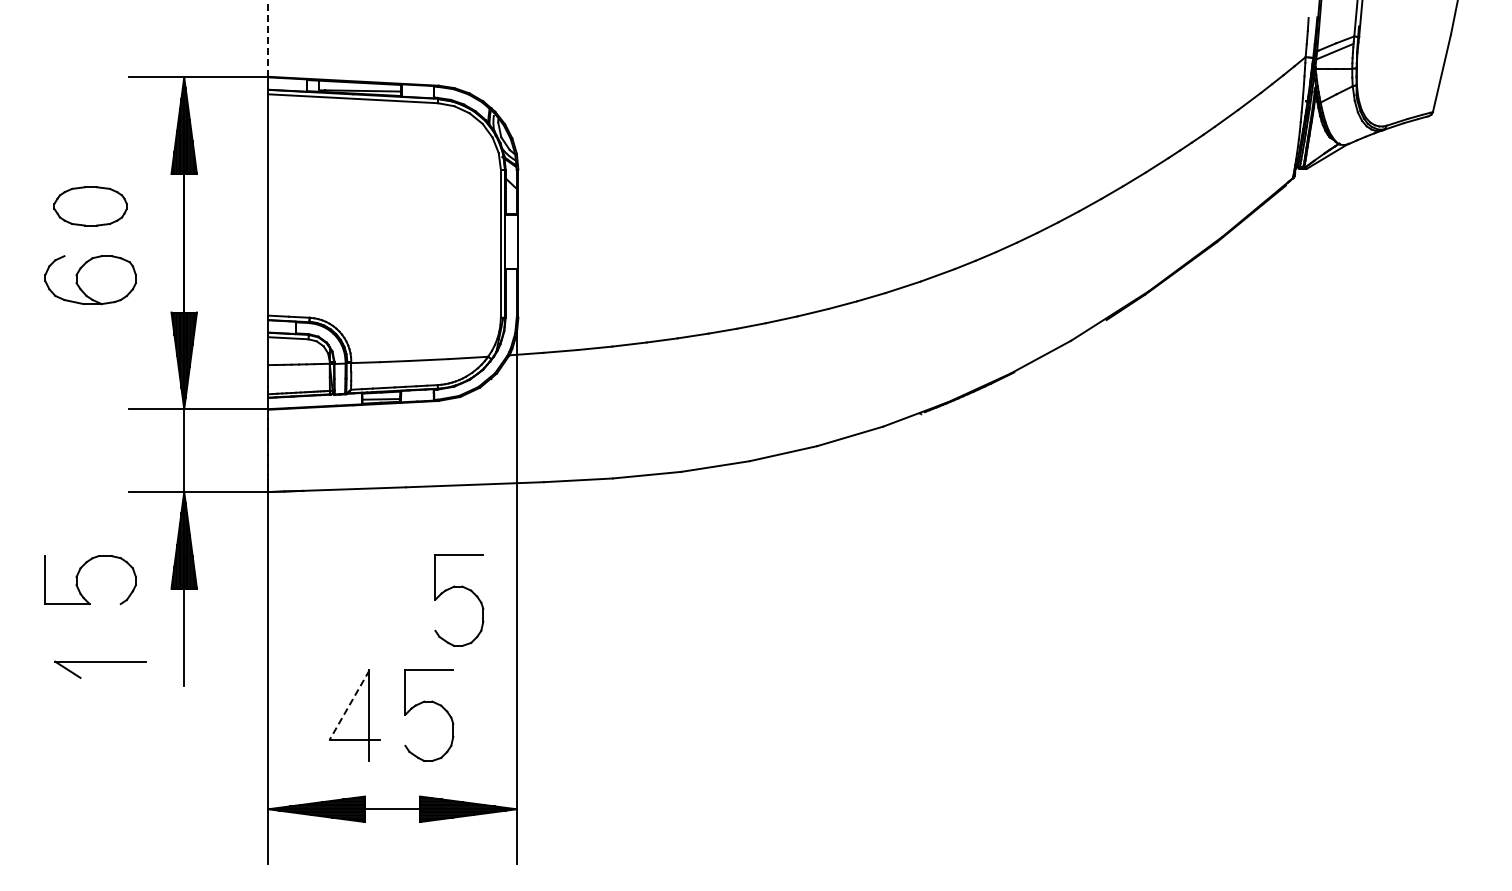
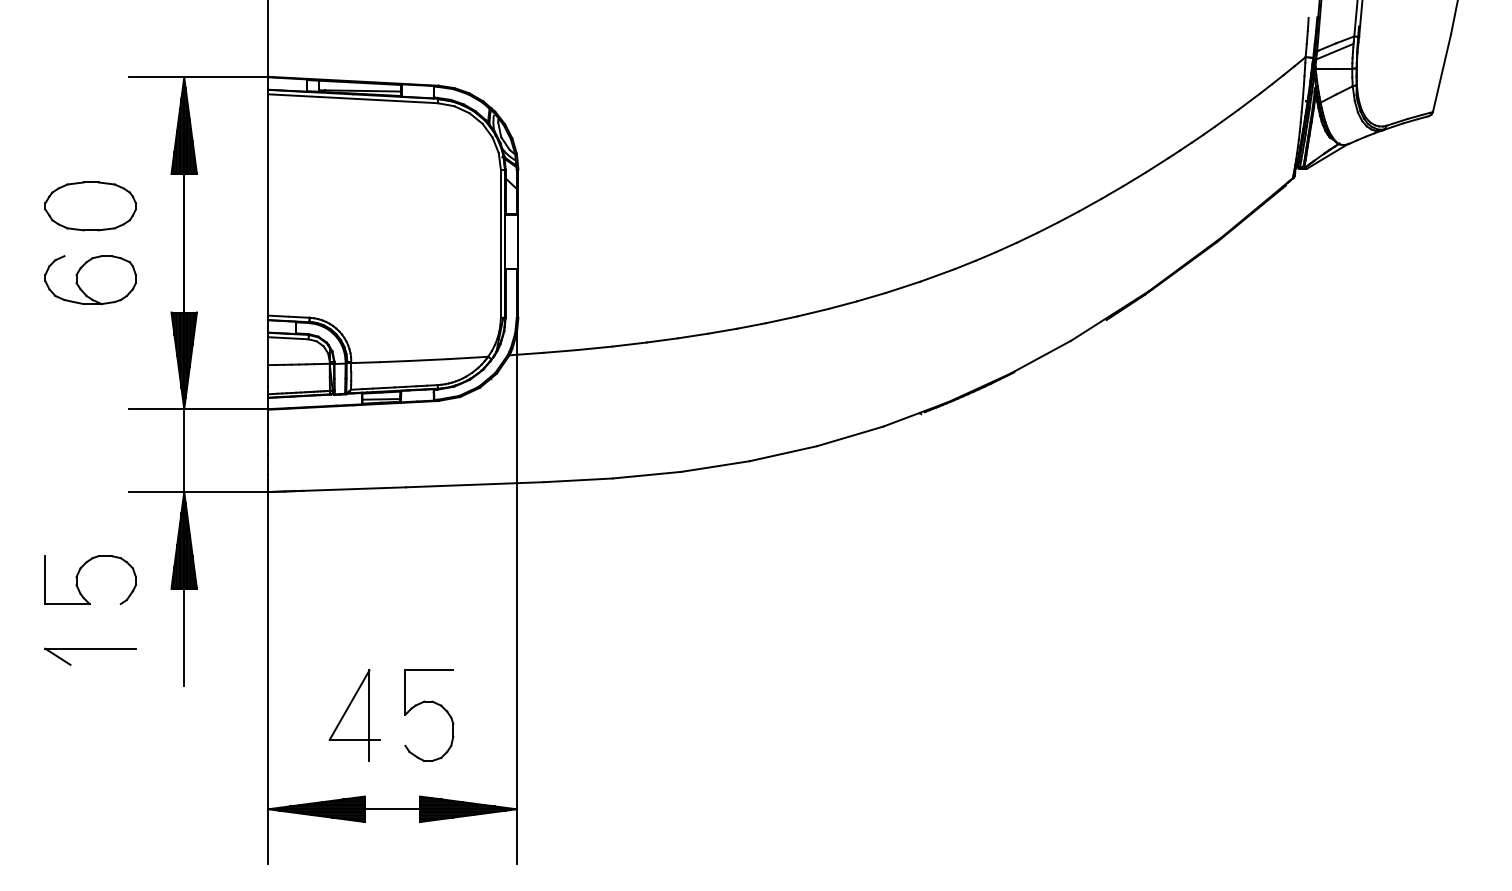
line at (268, 38): dashed -> solid
part at (90, 206) size: 75x41 px -> 93x51 px
part at (463, 588): present -> none
part at (100, 662) position: (100, 662) -> (90, 649)
line at (349, 705): dashed -> solid
